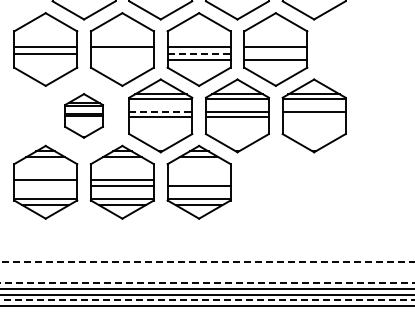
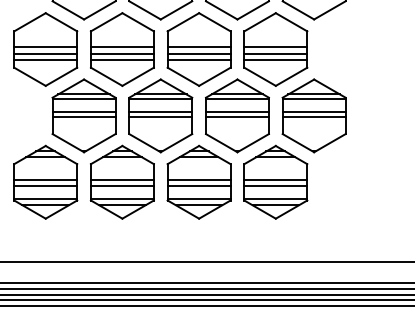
line at (121, 54): none -> present
line at (199, 54): dashed -> solid
line at (275, 54): none -> present
line at (45, 59): none -> present
line at (121, 59): none -> present
line at (161, 112): dashed -> solid
part at (83, 115) size: 40x46 px -> 66x76 px
line at (313, 116): none -> present
line at (198, 180): none -> present
part at (275, 181): none -> present
line at (45, 185): none -> present
line at (207, 262): dashed -> solid
line at (207, 283): dashed -> solid
line at (207, 300): dashed -> solid
